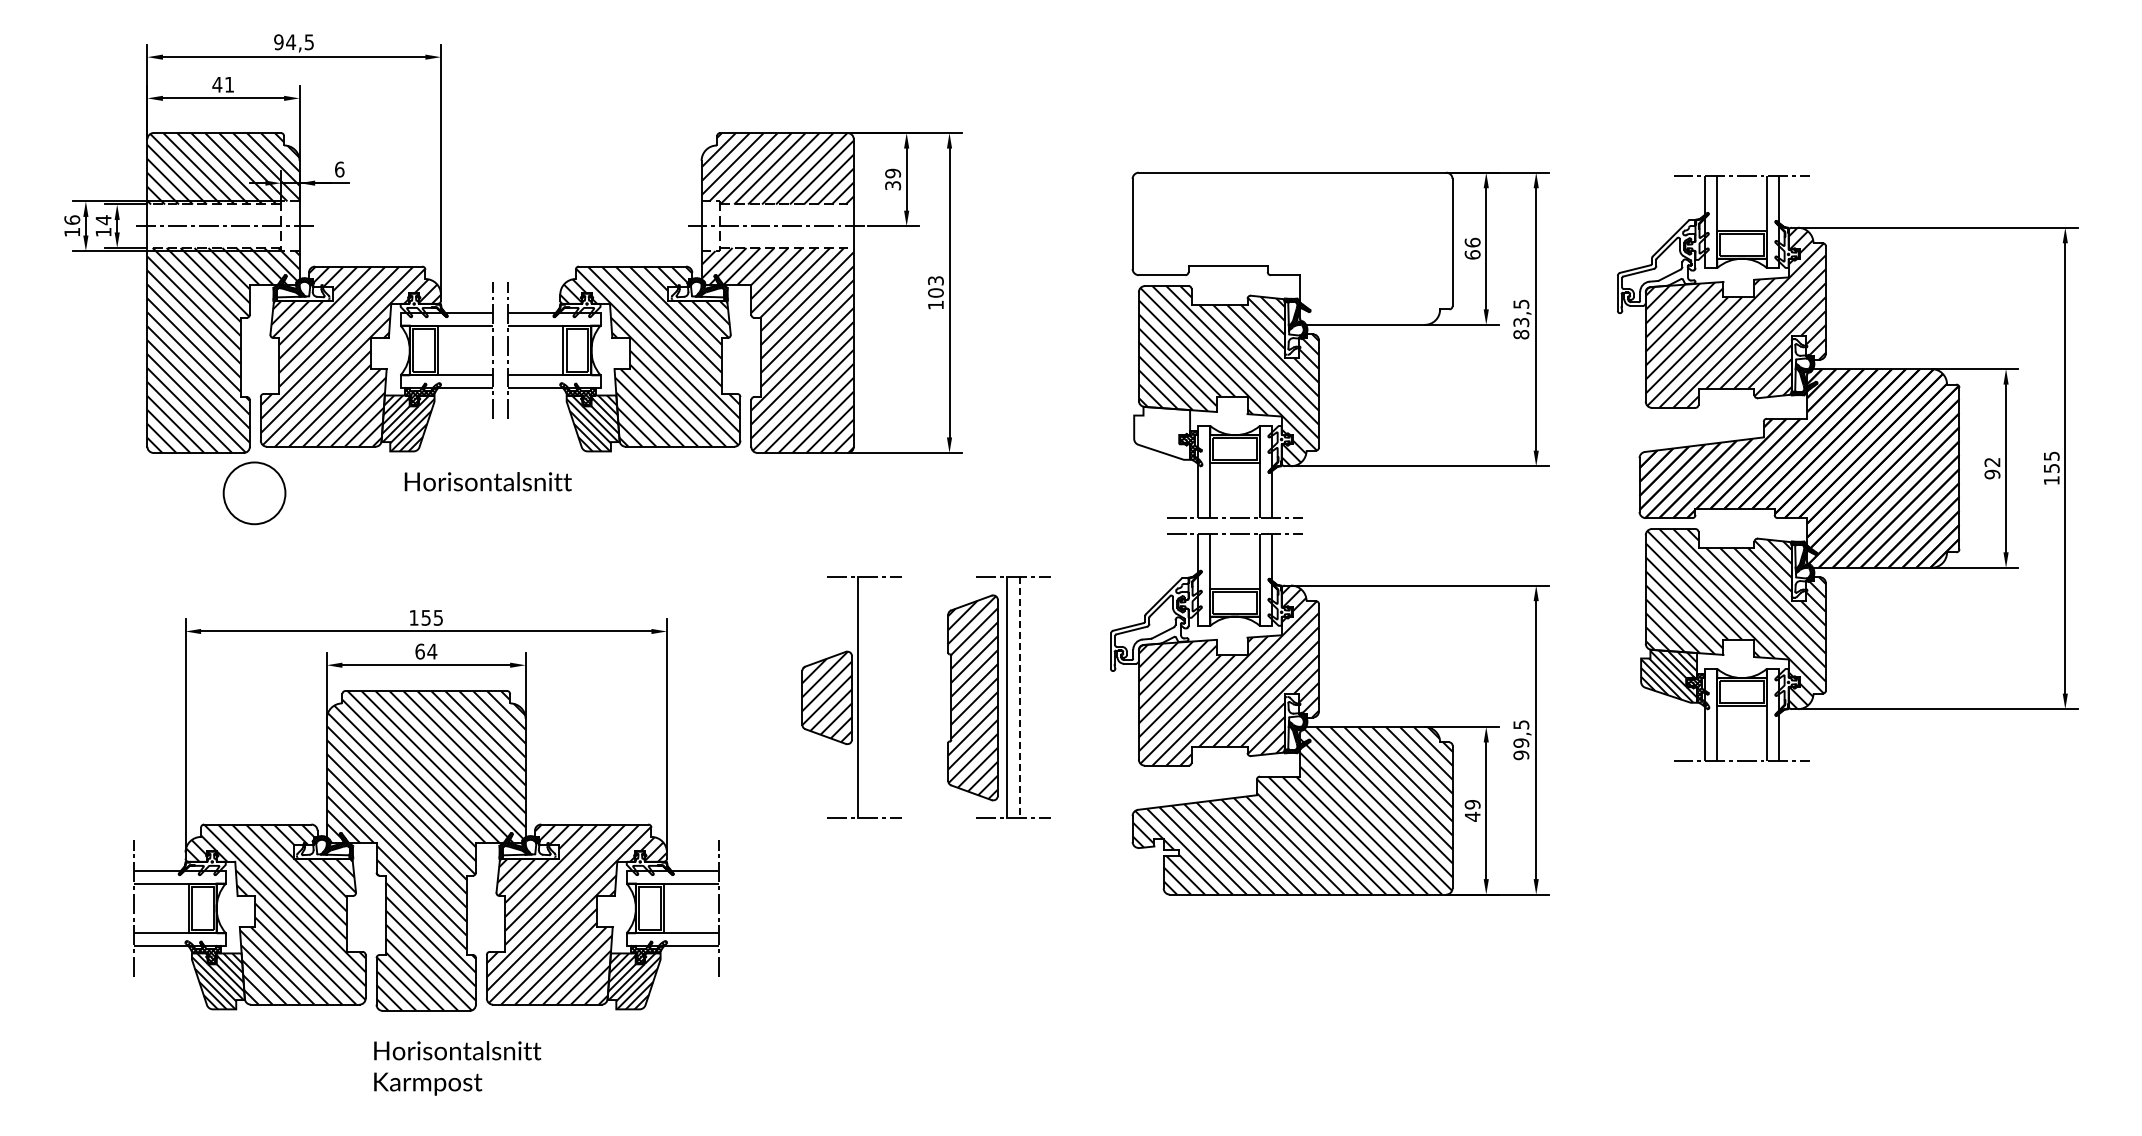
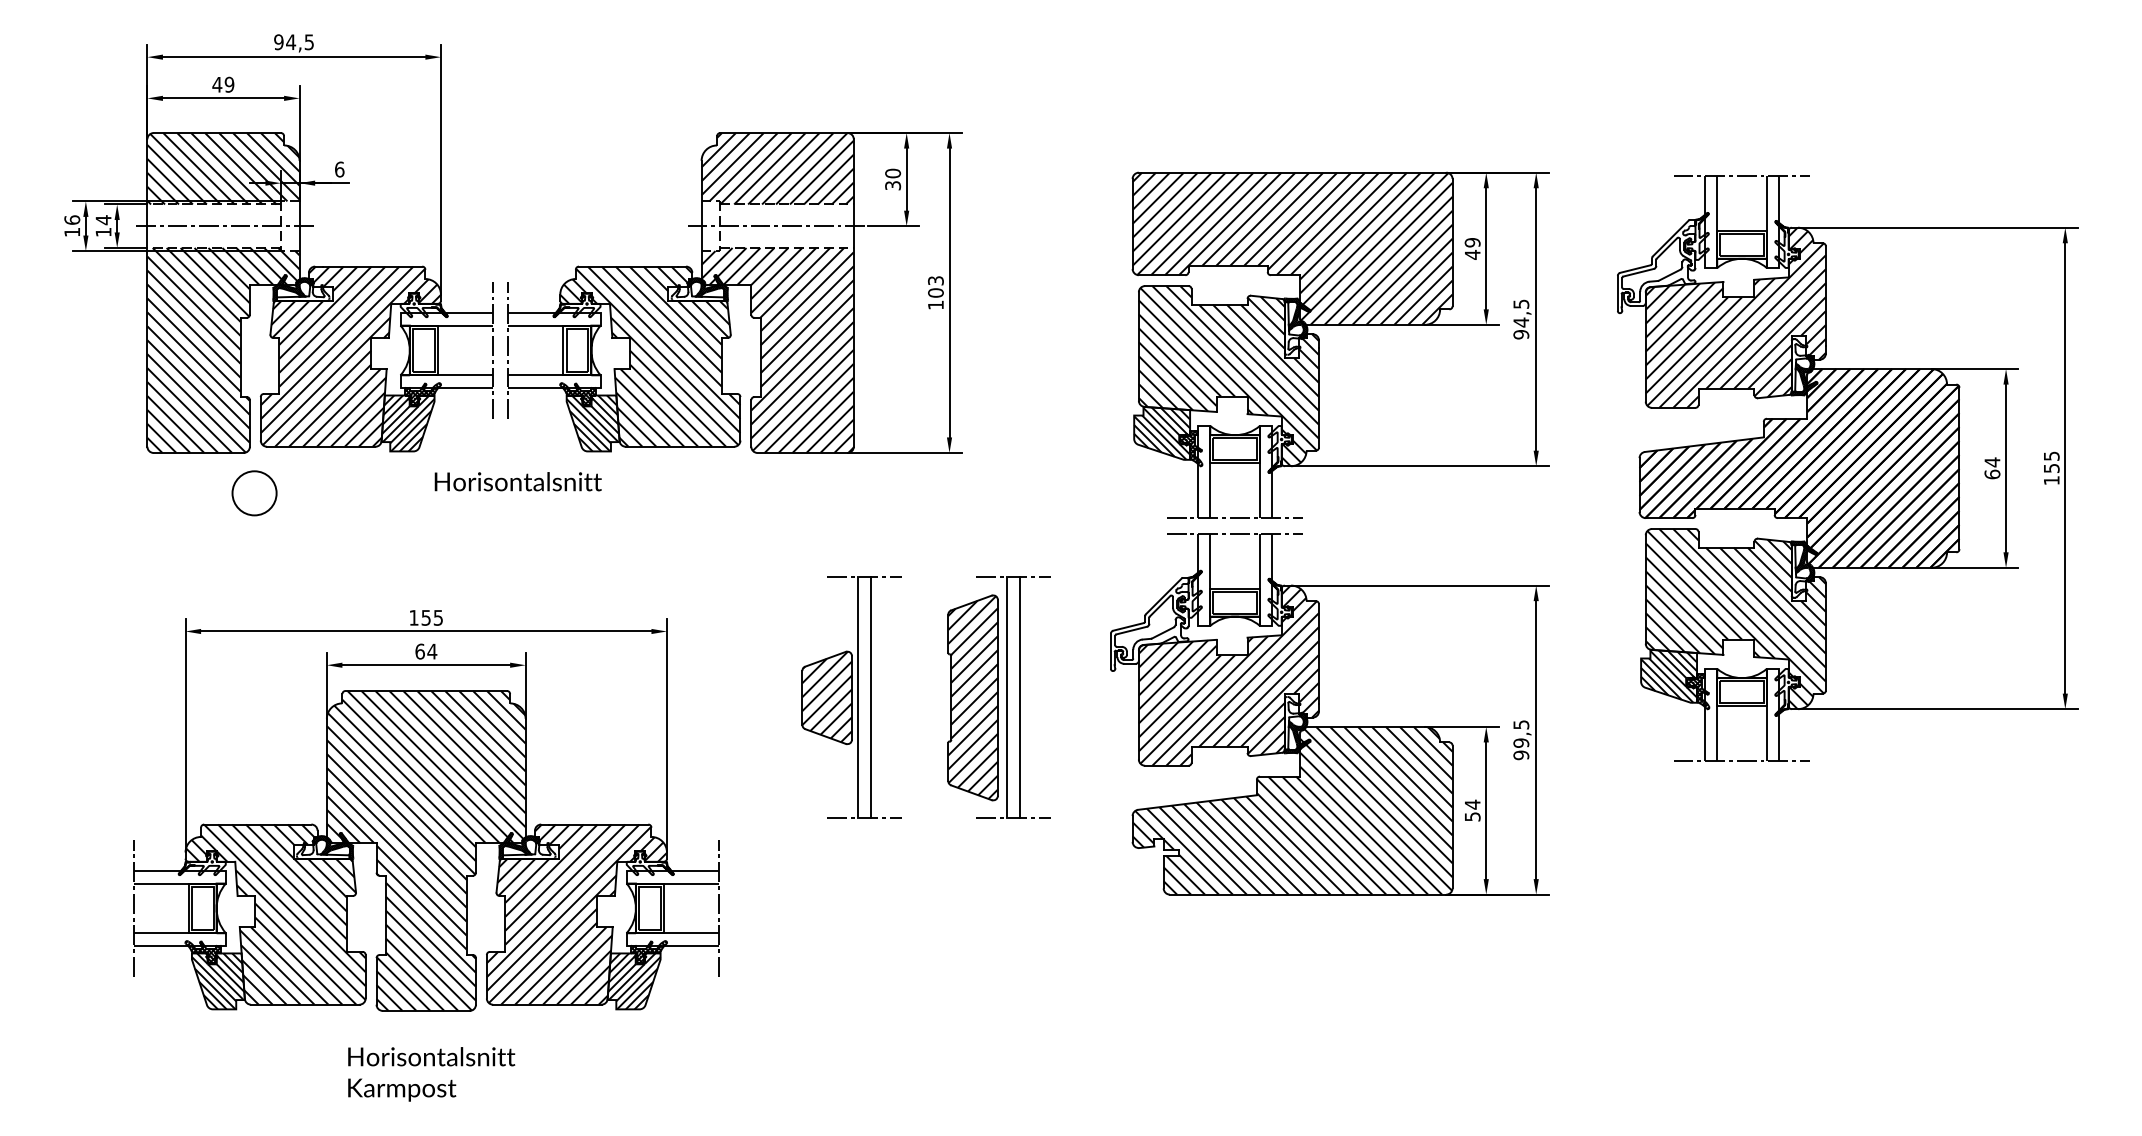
text at (229, 84): 41 -> 49
text at (892, 173): 39 -> 30
hatch at (1292, 248): none -> present
text at (1472, 248): 66 -> 49
text at (1521, 328): 83,5 -> 94,5
hatch at (1162, 433): none -> present
text at (1992, 468): 92 -> 64
text at (487, 481) position: (487, 481) -> (517, 481)
circle at (254, 493) diameter: 62 px -> 44 px
line at (870, 697): none -> present
line at (1019, 698): dashed -> solid
text at (1472, 810): 49 -> 54
text at (457, 1068) position: (457, 1068) -> (431, 1074)
